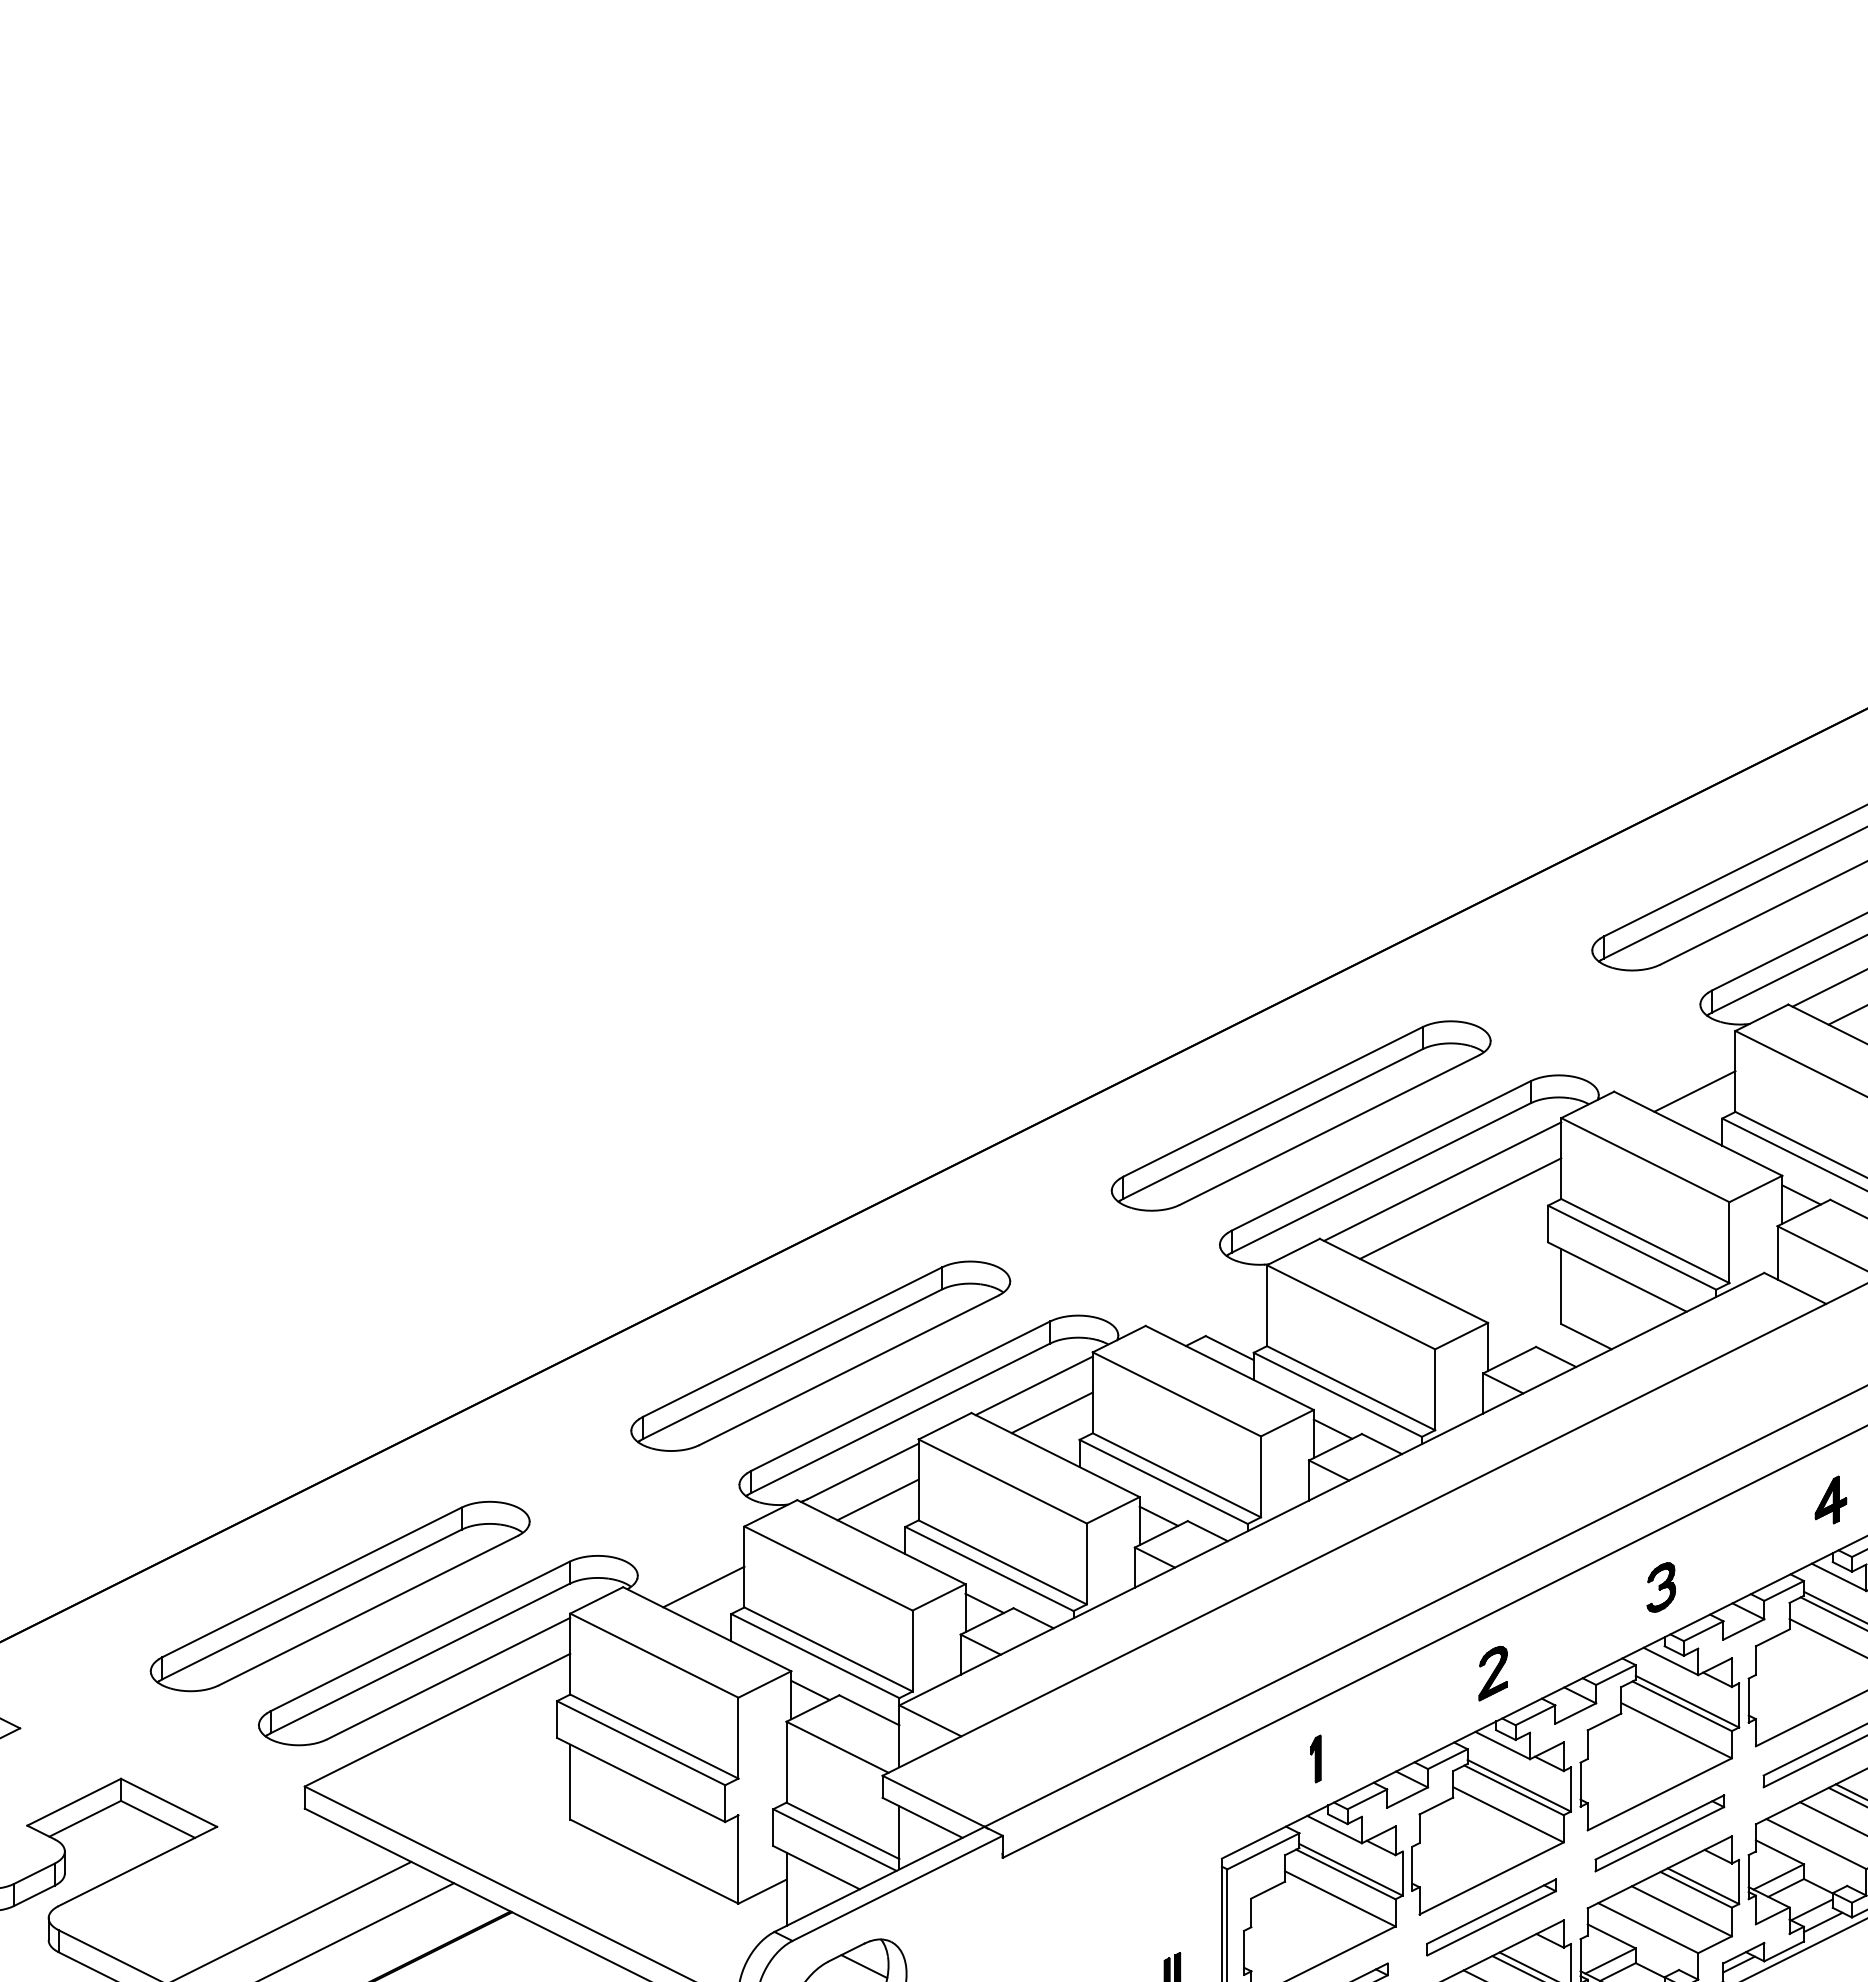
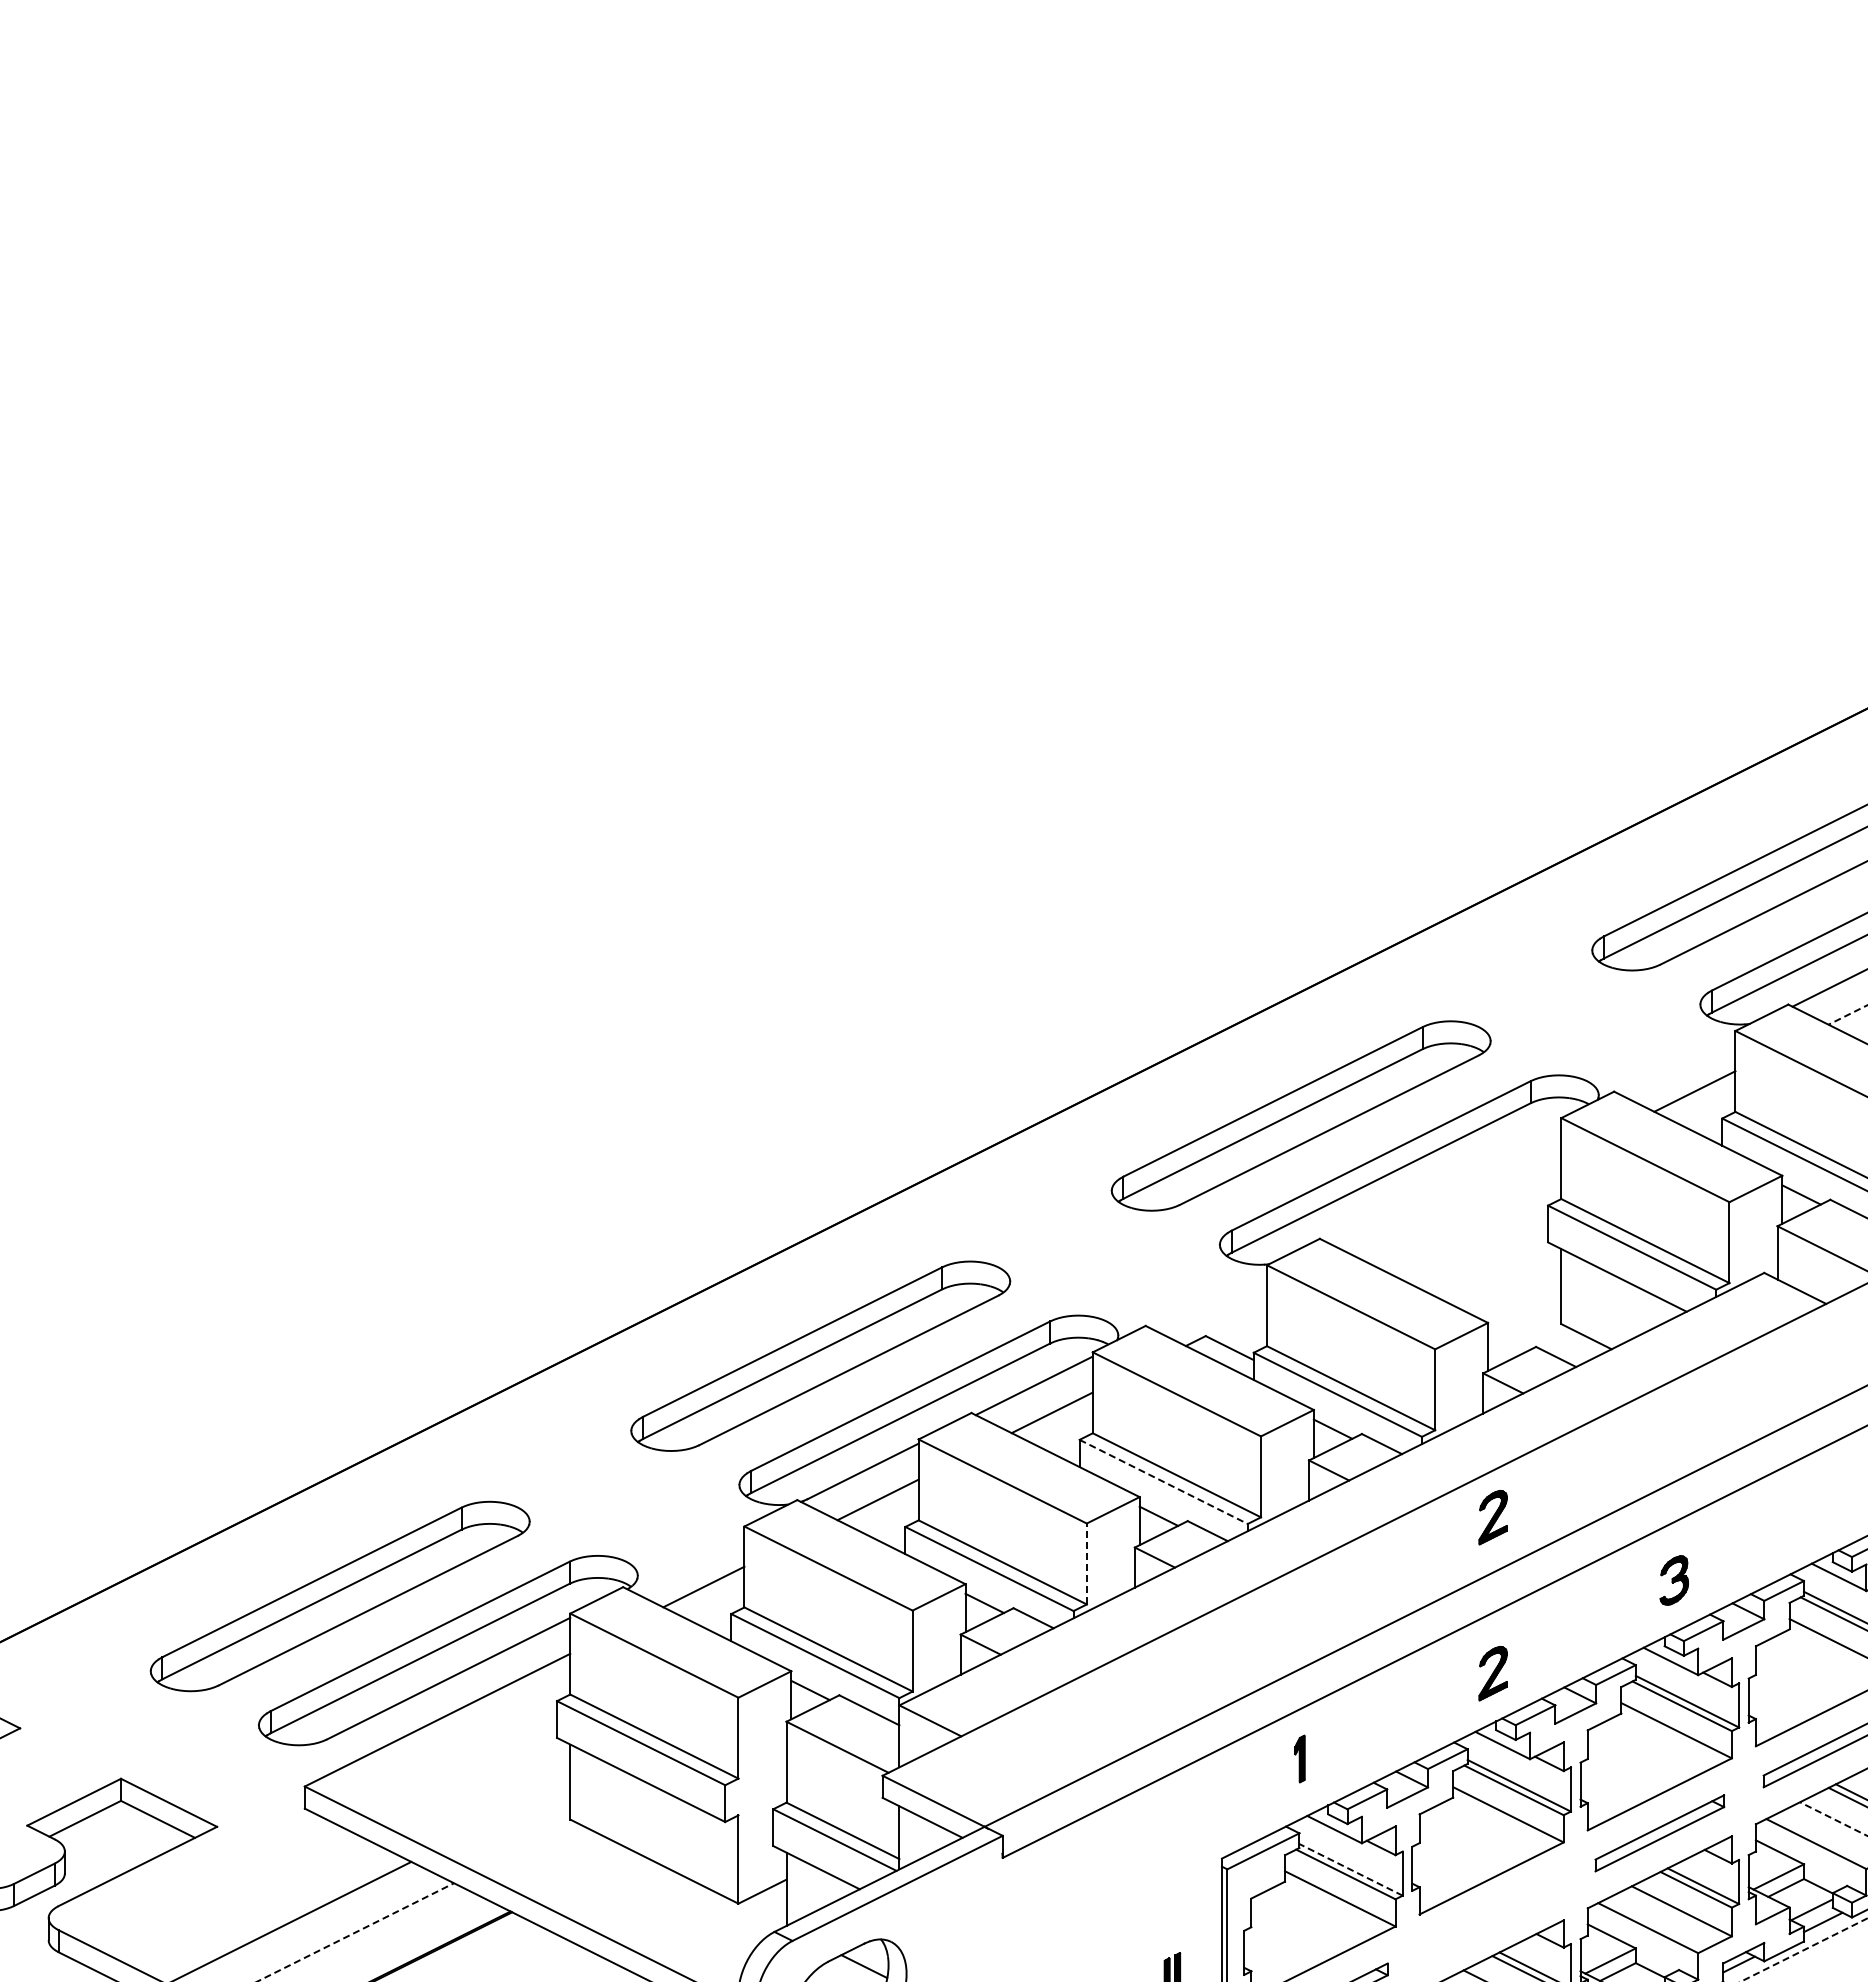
line at (1848, 1014): solid -> dashed
line at (1442, 1181): present -> none
line at (1460, 1208): present -> none
line at (1164, 1482): solid -> dashed
part at (1830, 1499): present -> none
part at (1492, 1517): none -> present
line at (1086, 1563): solid -> dashed
part at (1660, 1587) position: (1660, 1587) -> (1673, 1580)
part at (1315, 1758) position: (1315, 1758) -> (1299, 1758)
line at (1833, 1819): solid -> dashed
line at (1351, 1869): solid -> dashed
part at (1491, 1917): present -> none
line at (355, 1932): solid -> dashed
line at (1804, 1950): solid -> dashed
